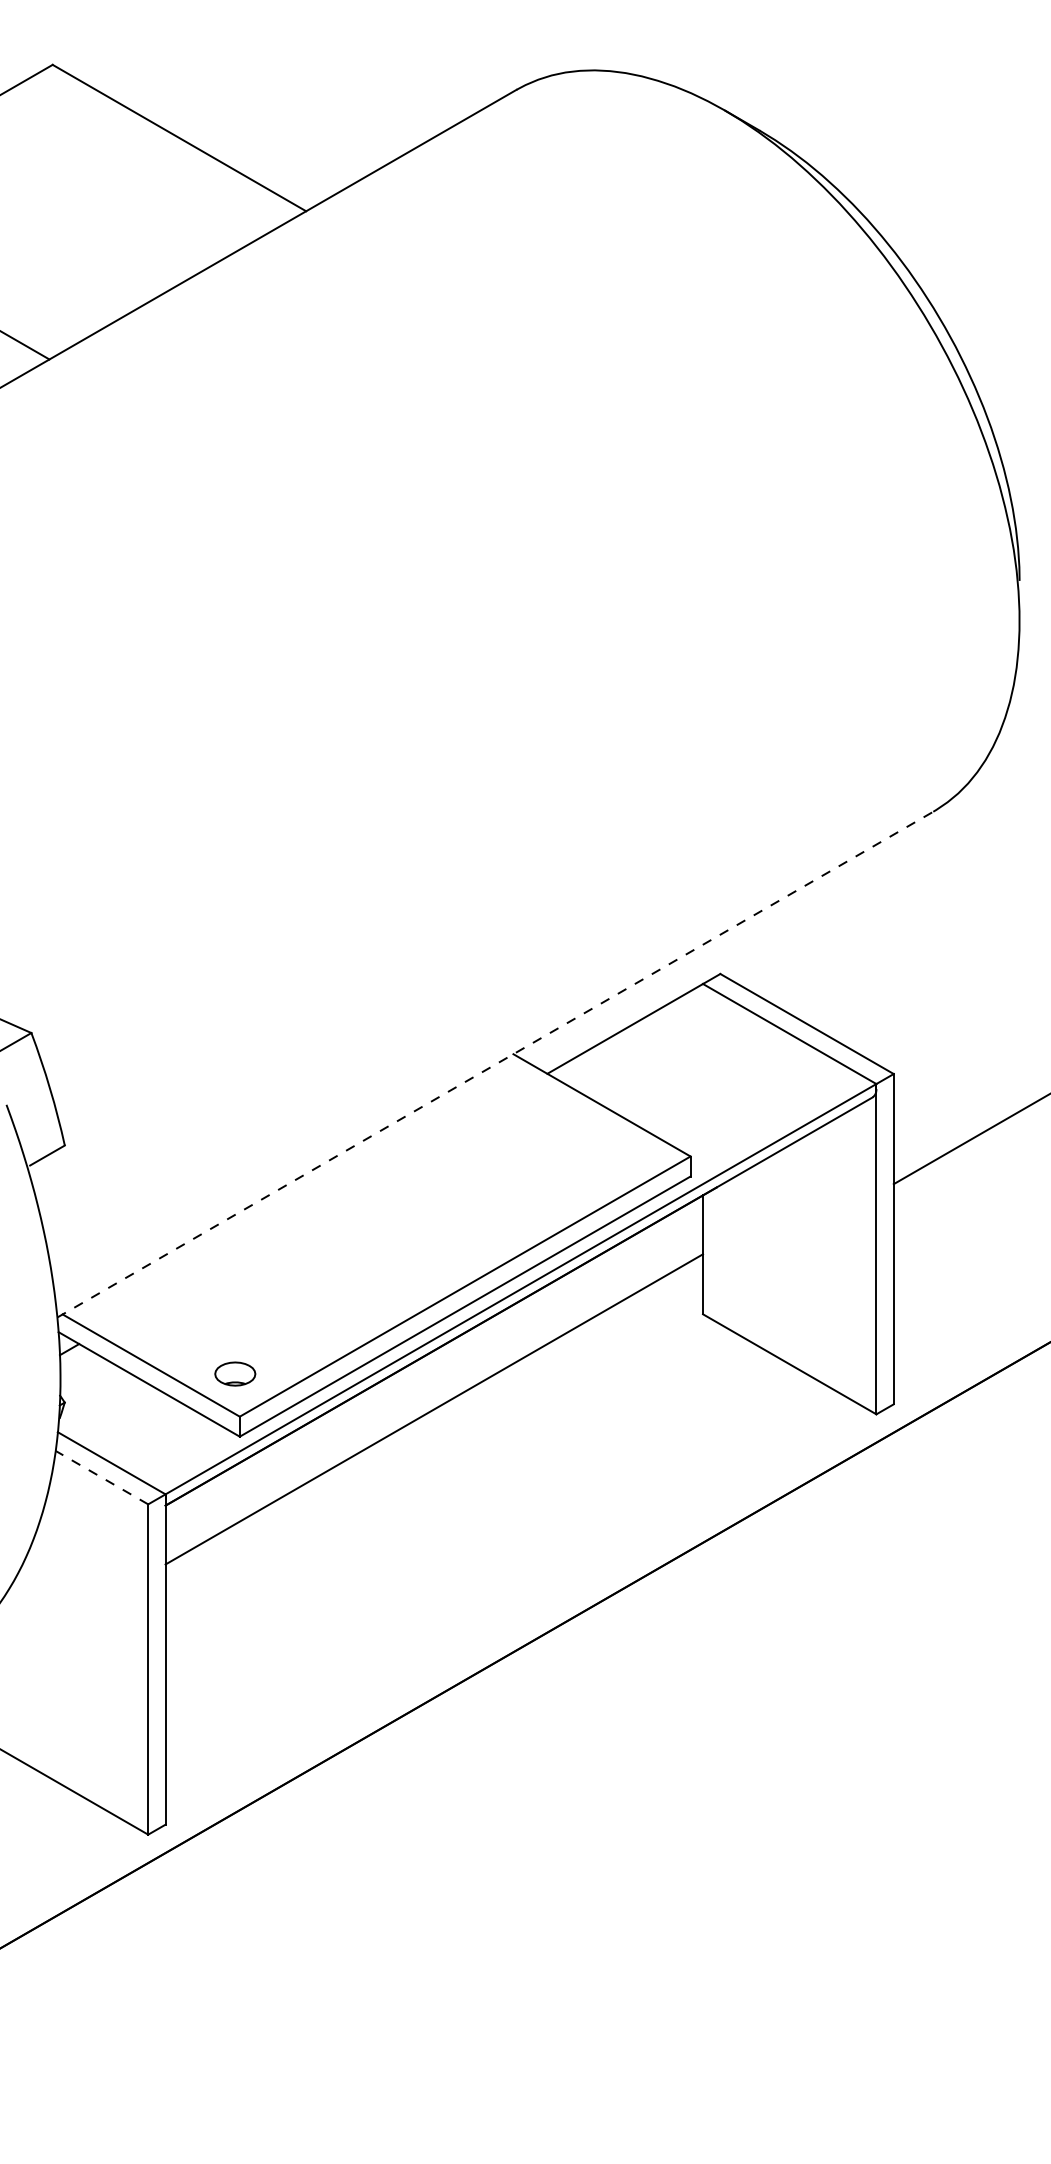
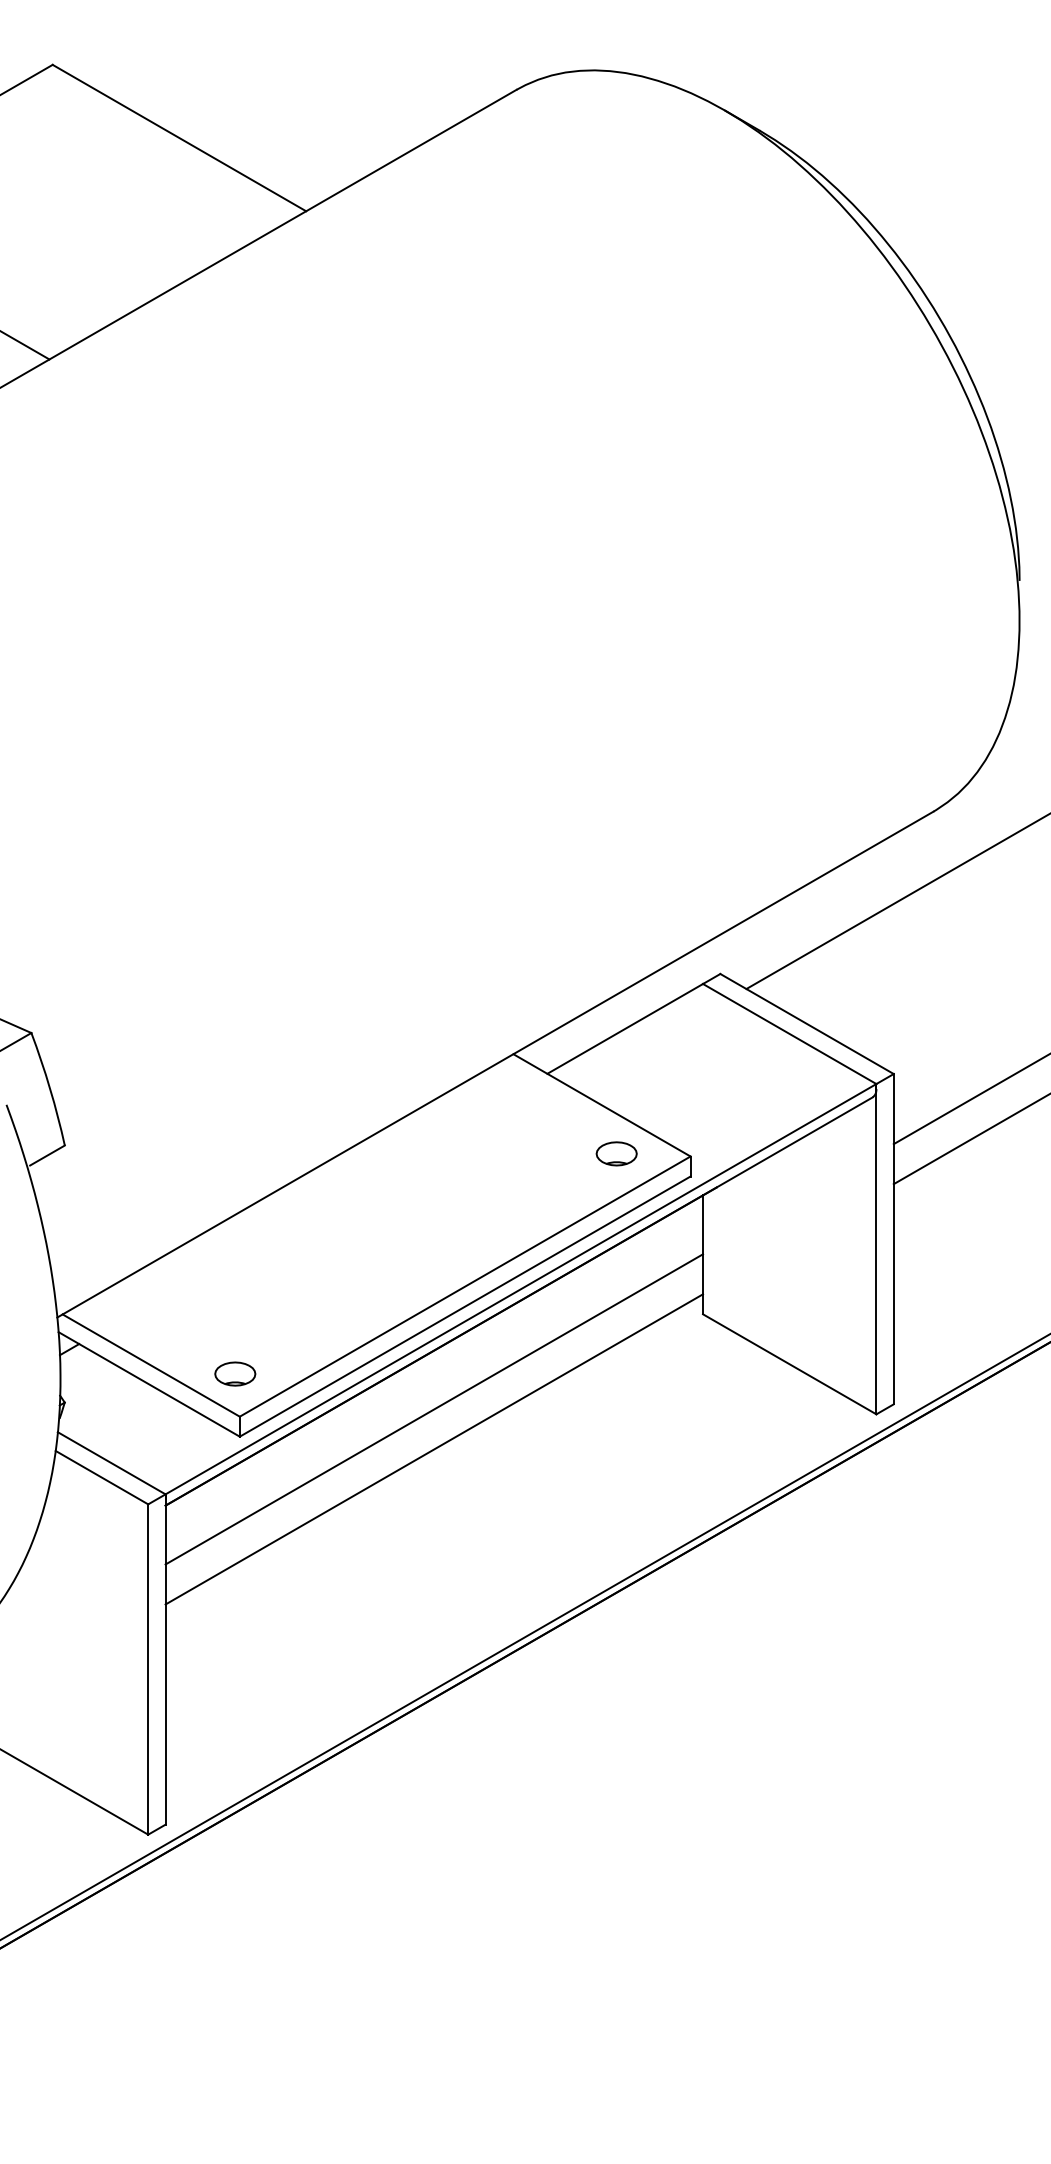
line at (896, 901): none -> present
line at (495, 1064): dashed -> solid
line at (970, 1099): none -> present
part at (616, 1153): none -> present
line at (434, 1449): none -> present
line at (101, 1477): dashed -> solid
line at (524, 1636): none -> present
